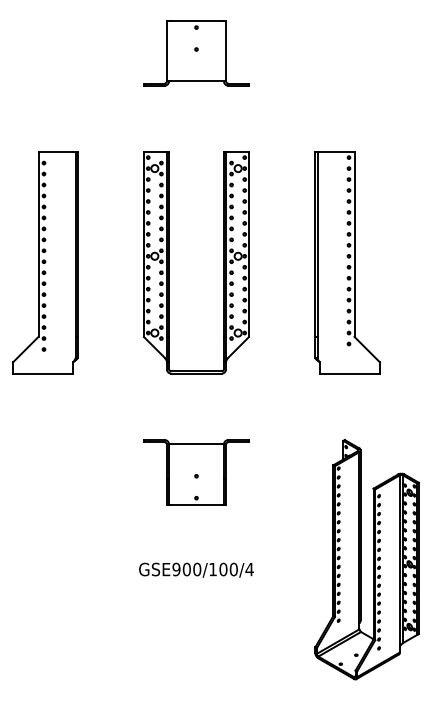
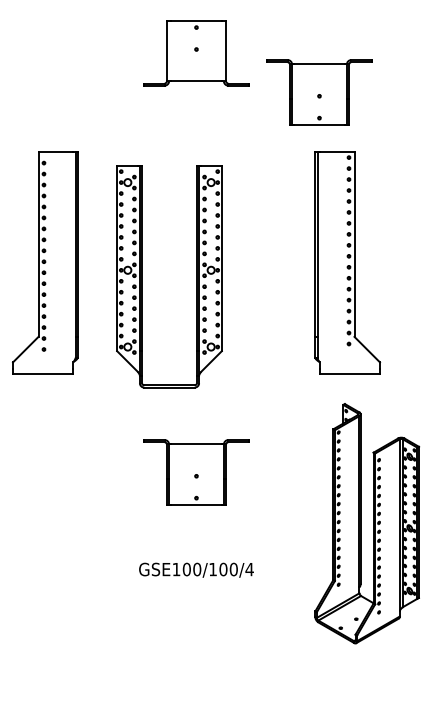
part at (319, 92): none -> present
part at (169, 262) position: (169, 262) -> (142, 276)
part at (367, 559) position: (367, 559) -> (367, 523)
text at (176, 569): GSE900/100/4 -> GSE100/100/4
